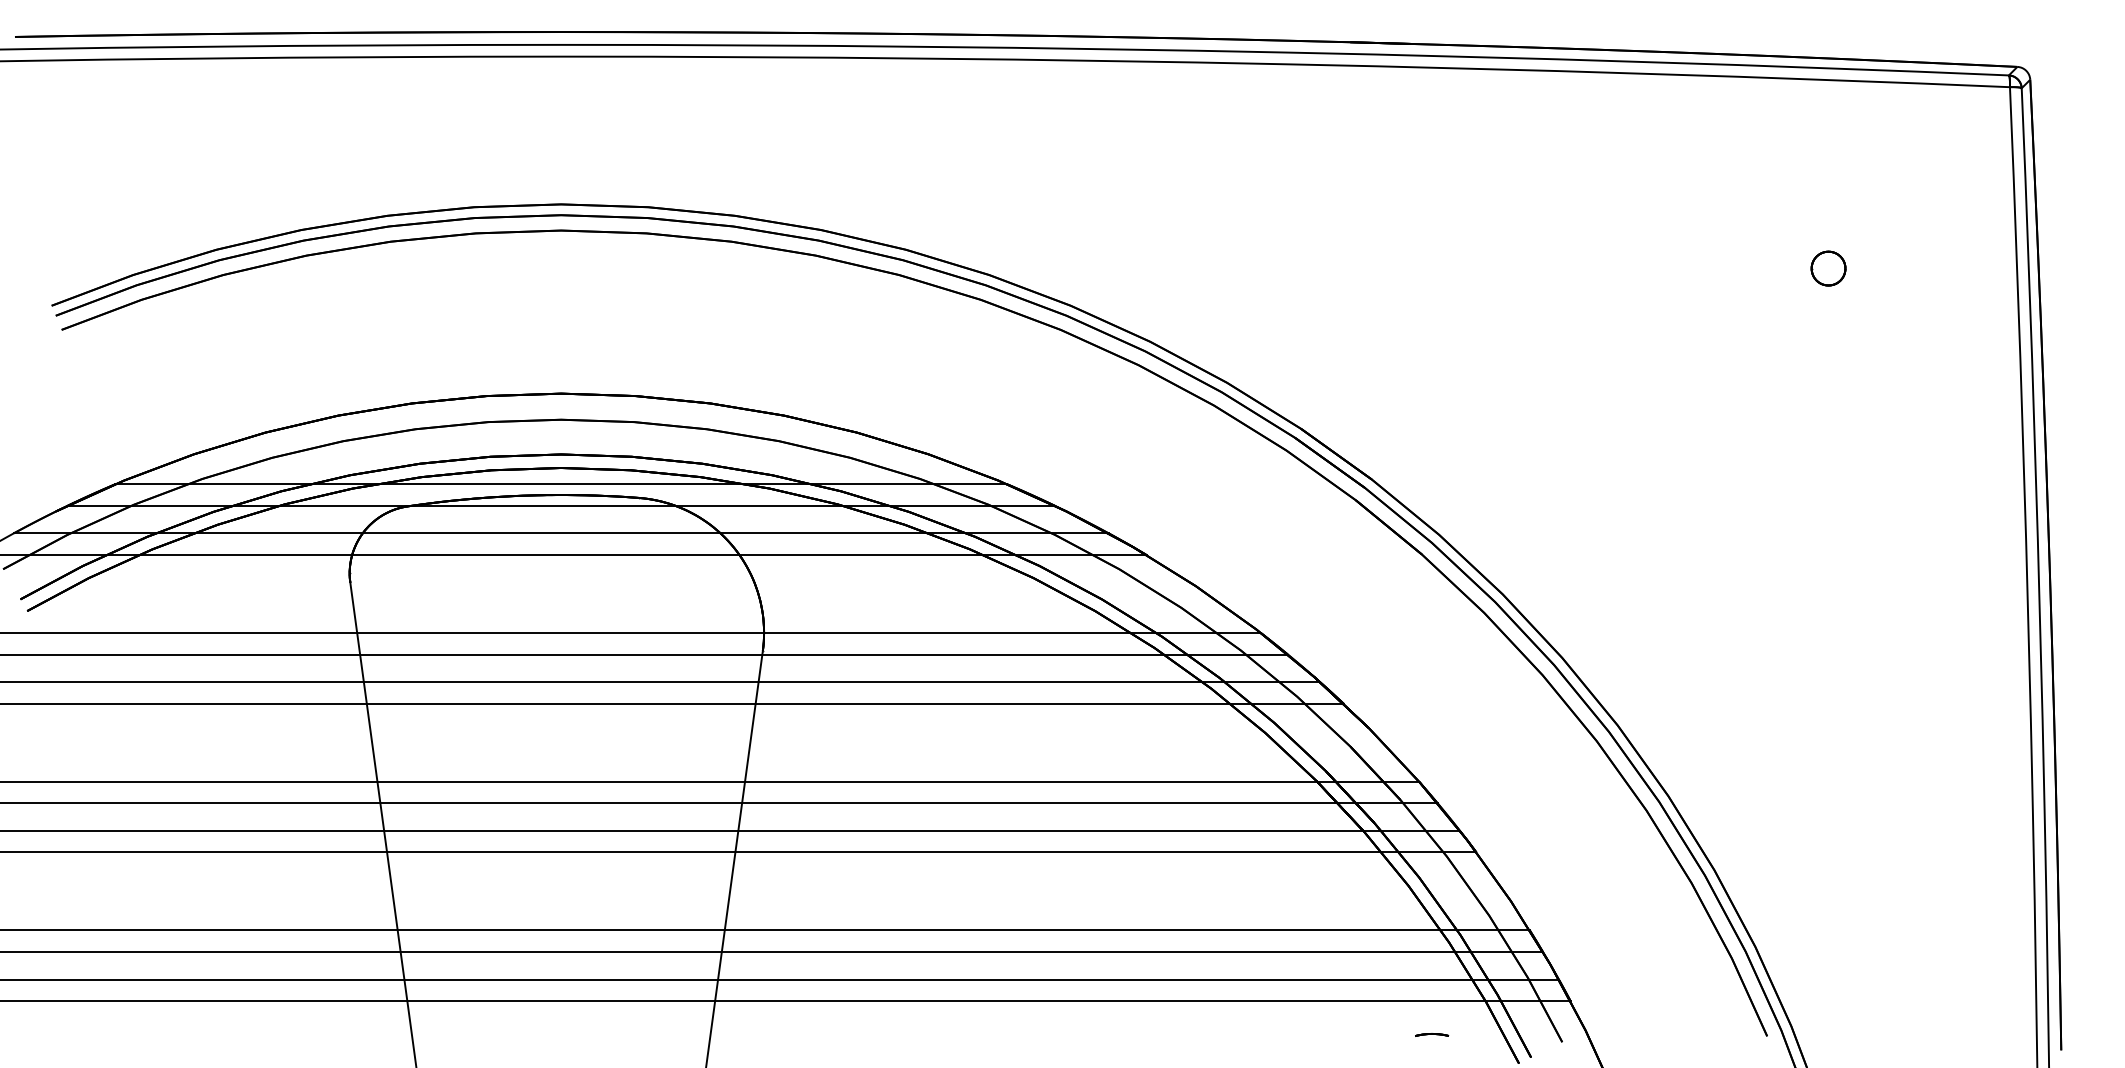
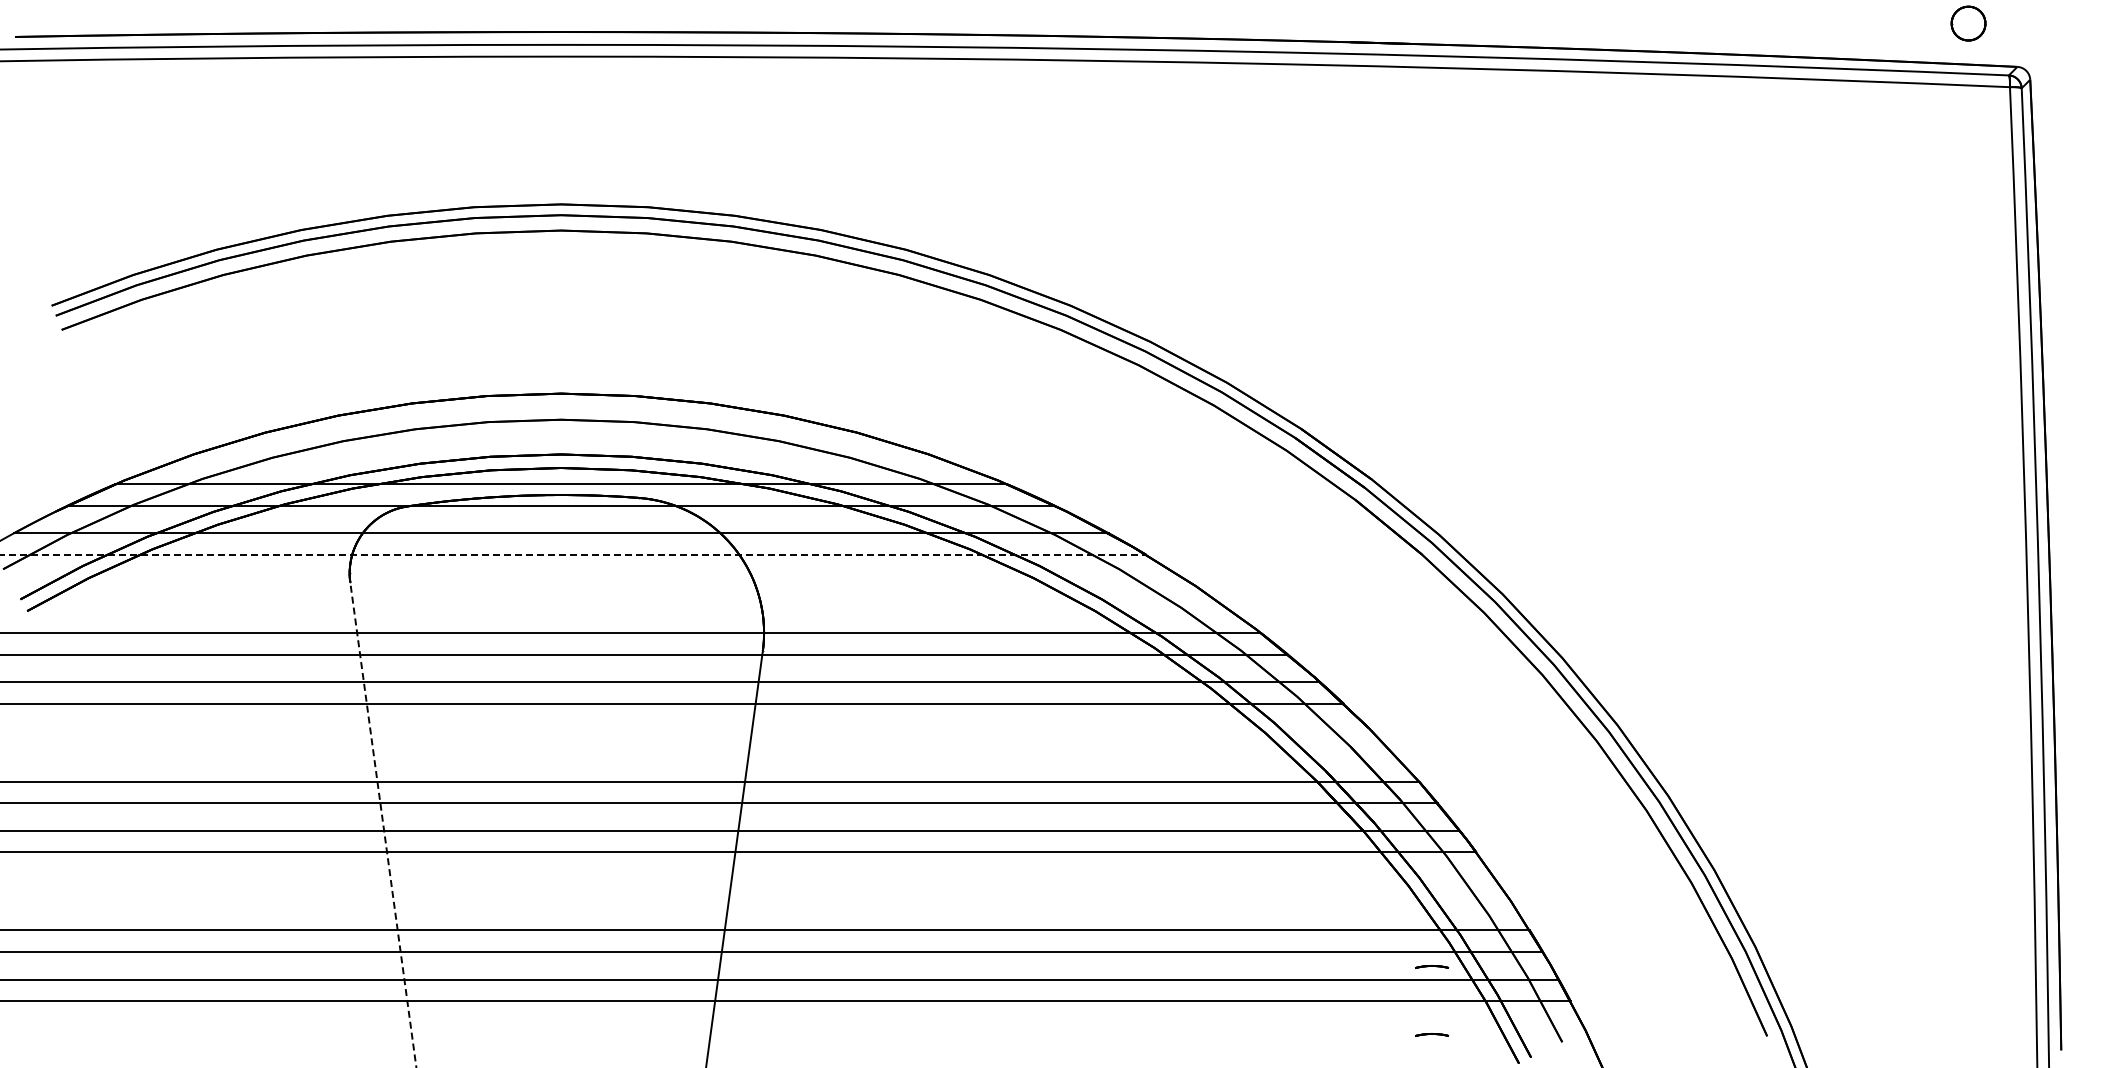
part at (1828, 268) position: (1828, 268) -> (1968, 23)
line at (573, 555): solid -> dashed
line at (383, 824): solid -> dashed
line at (1432, 966): none -> present
